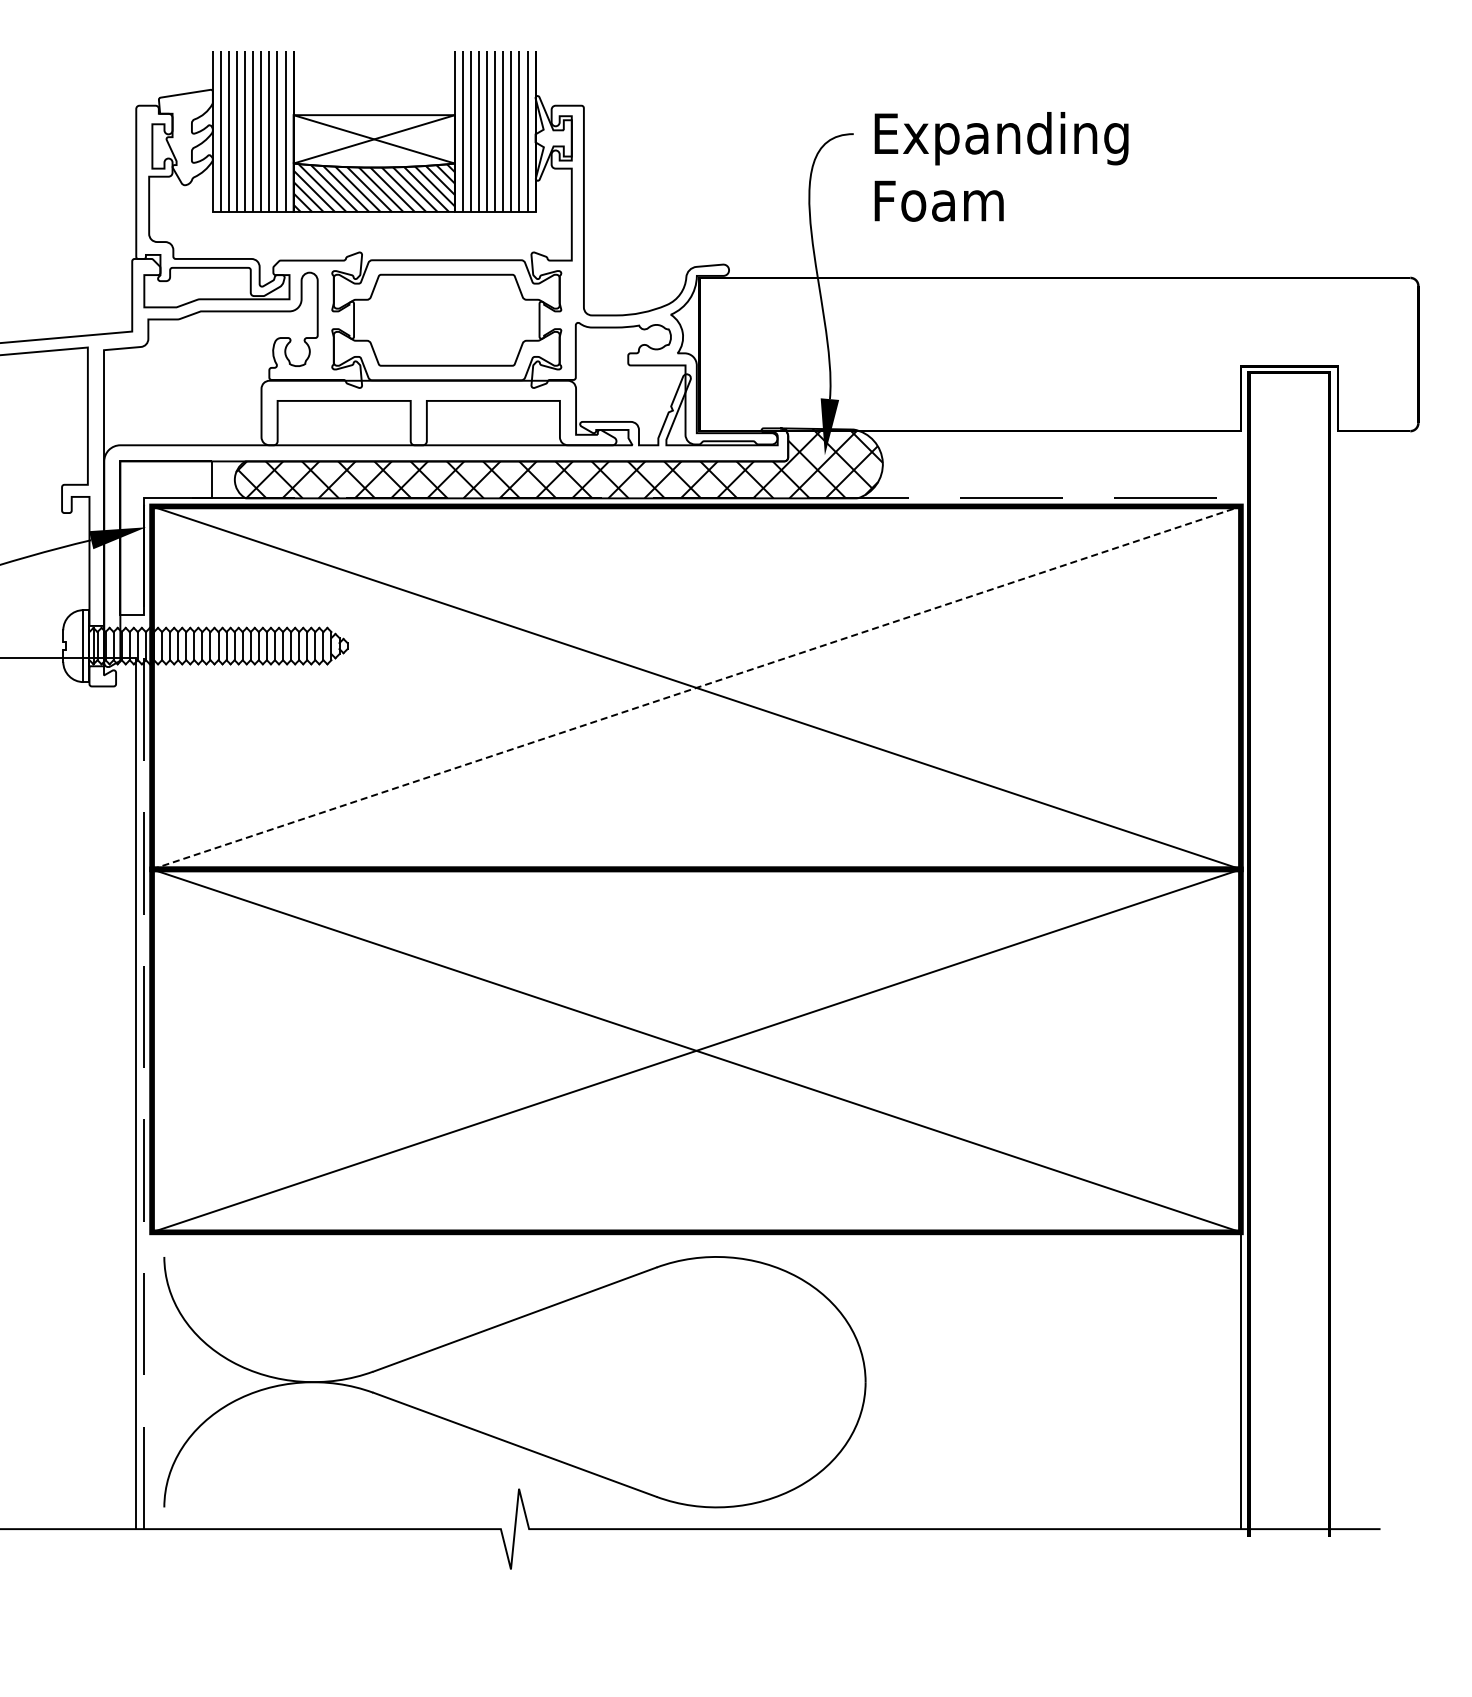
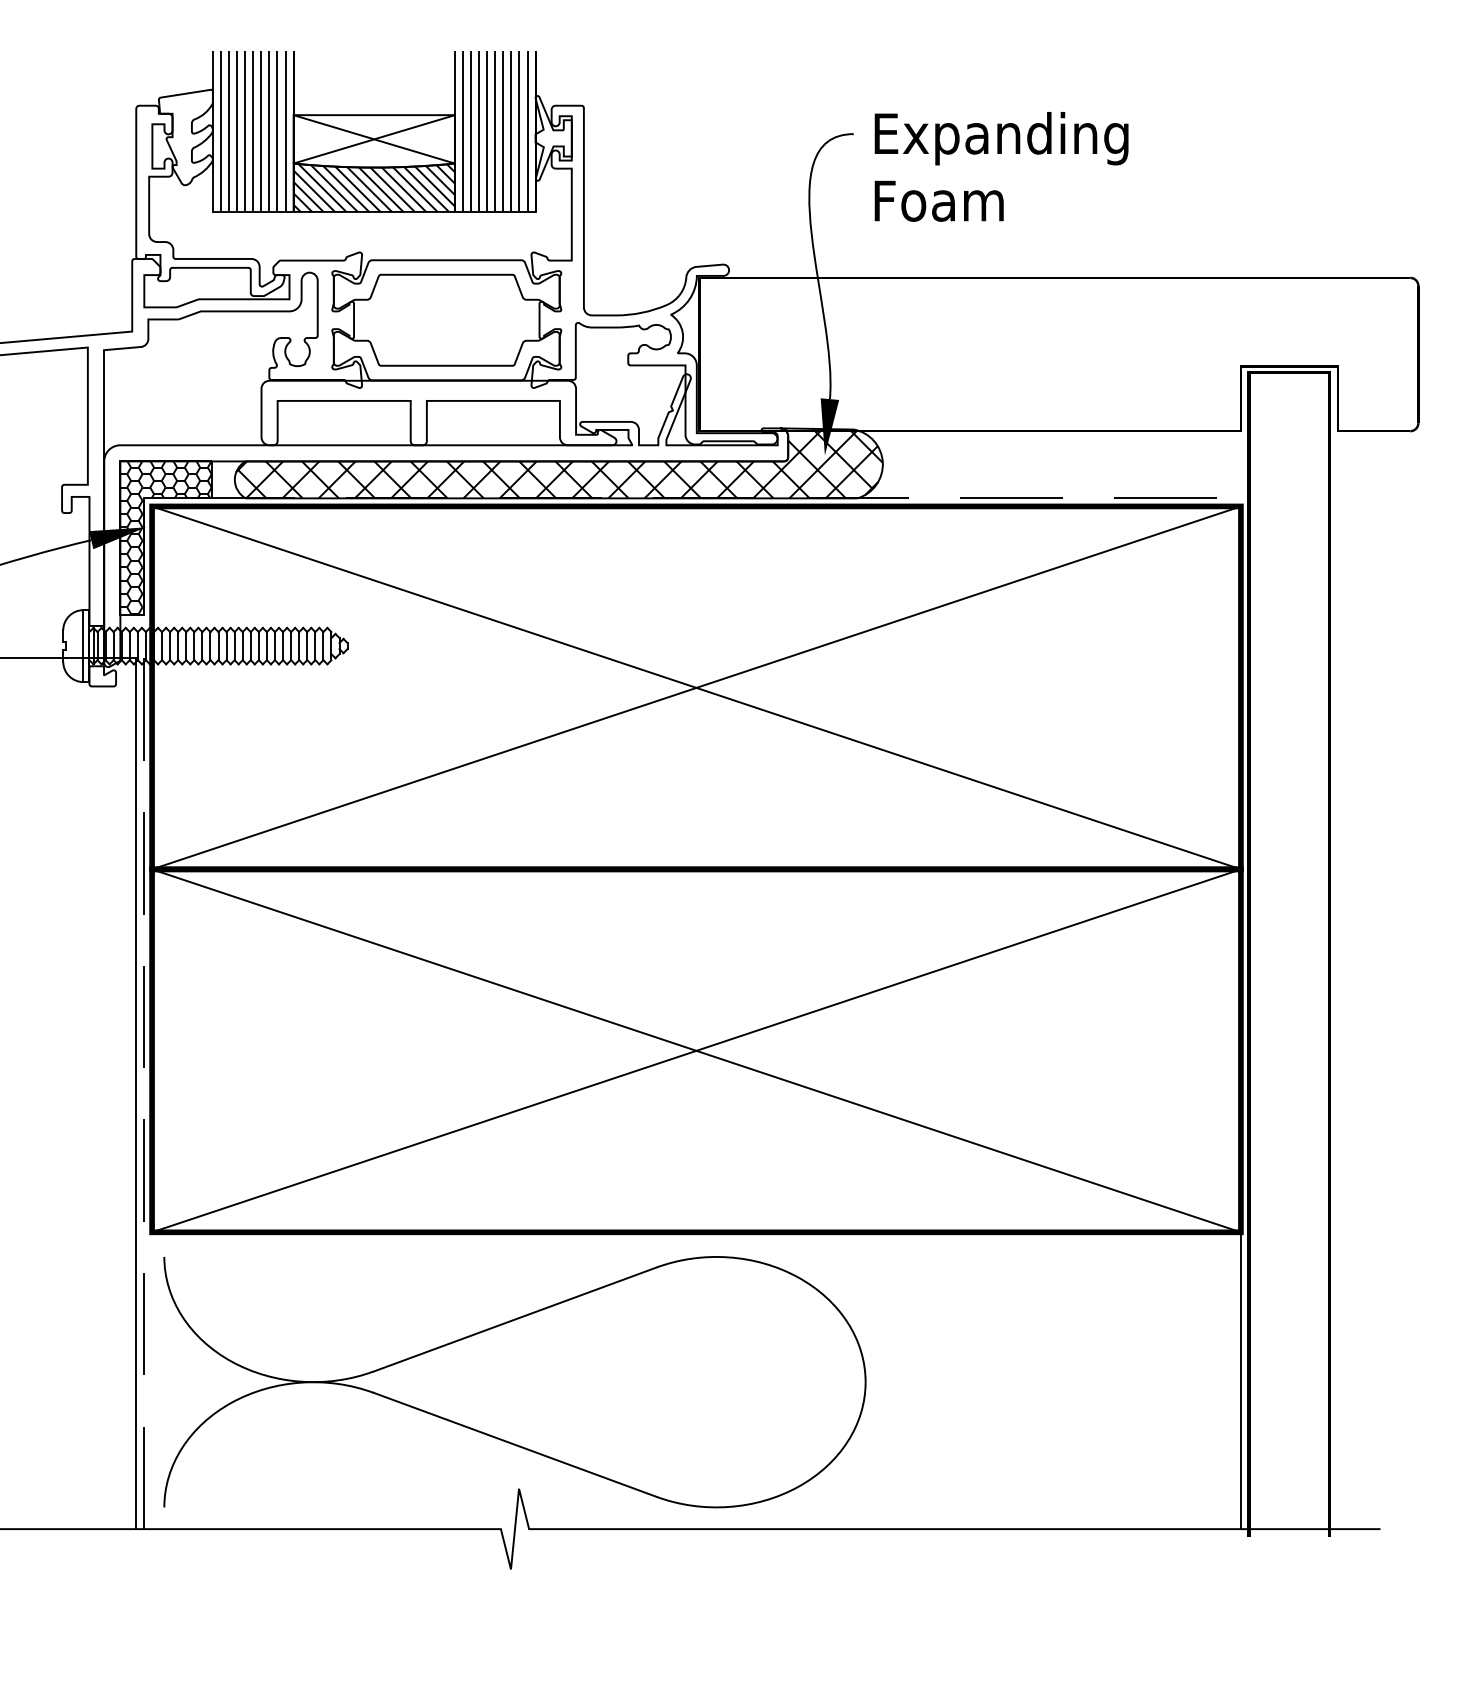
hatch at (166, 537): none -> present
line at (696, 687): dashed -> solid
